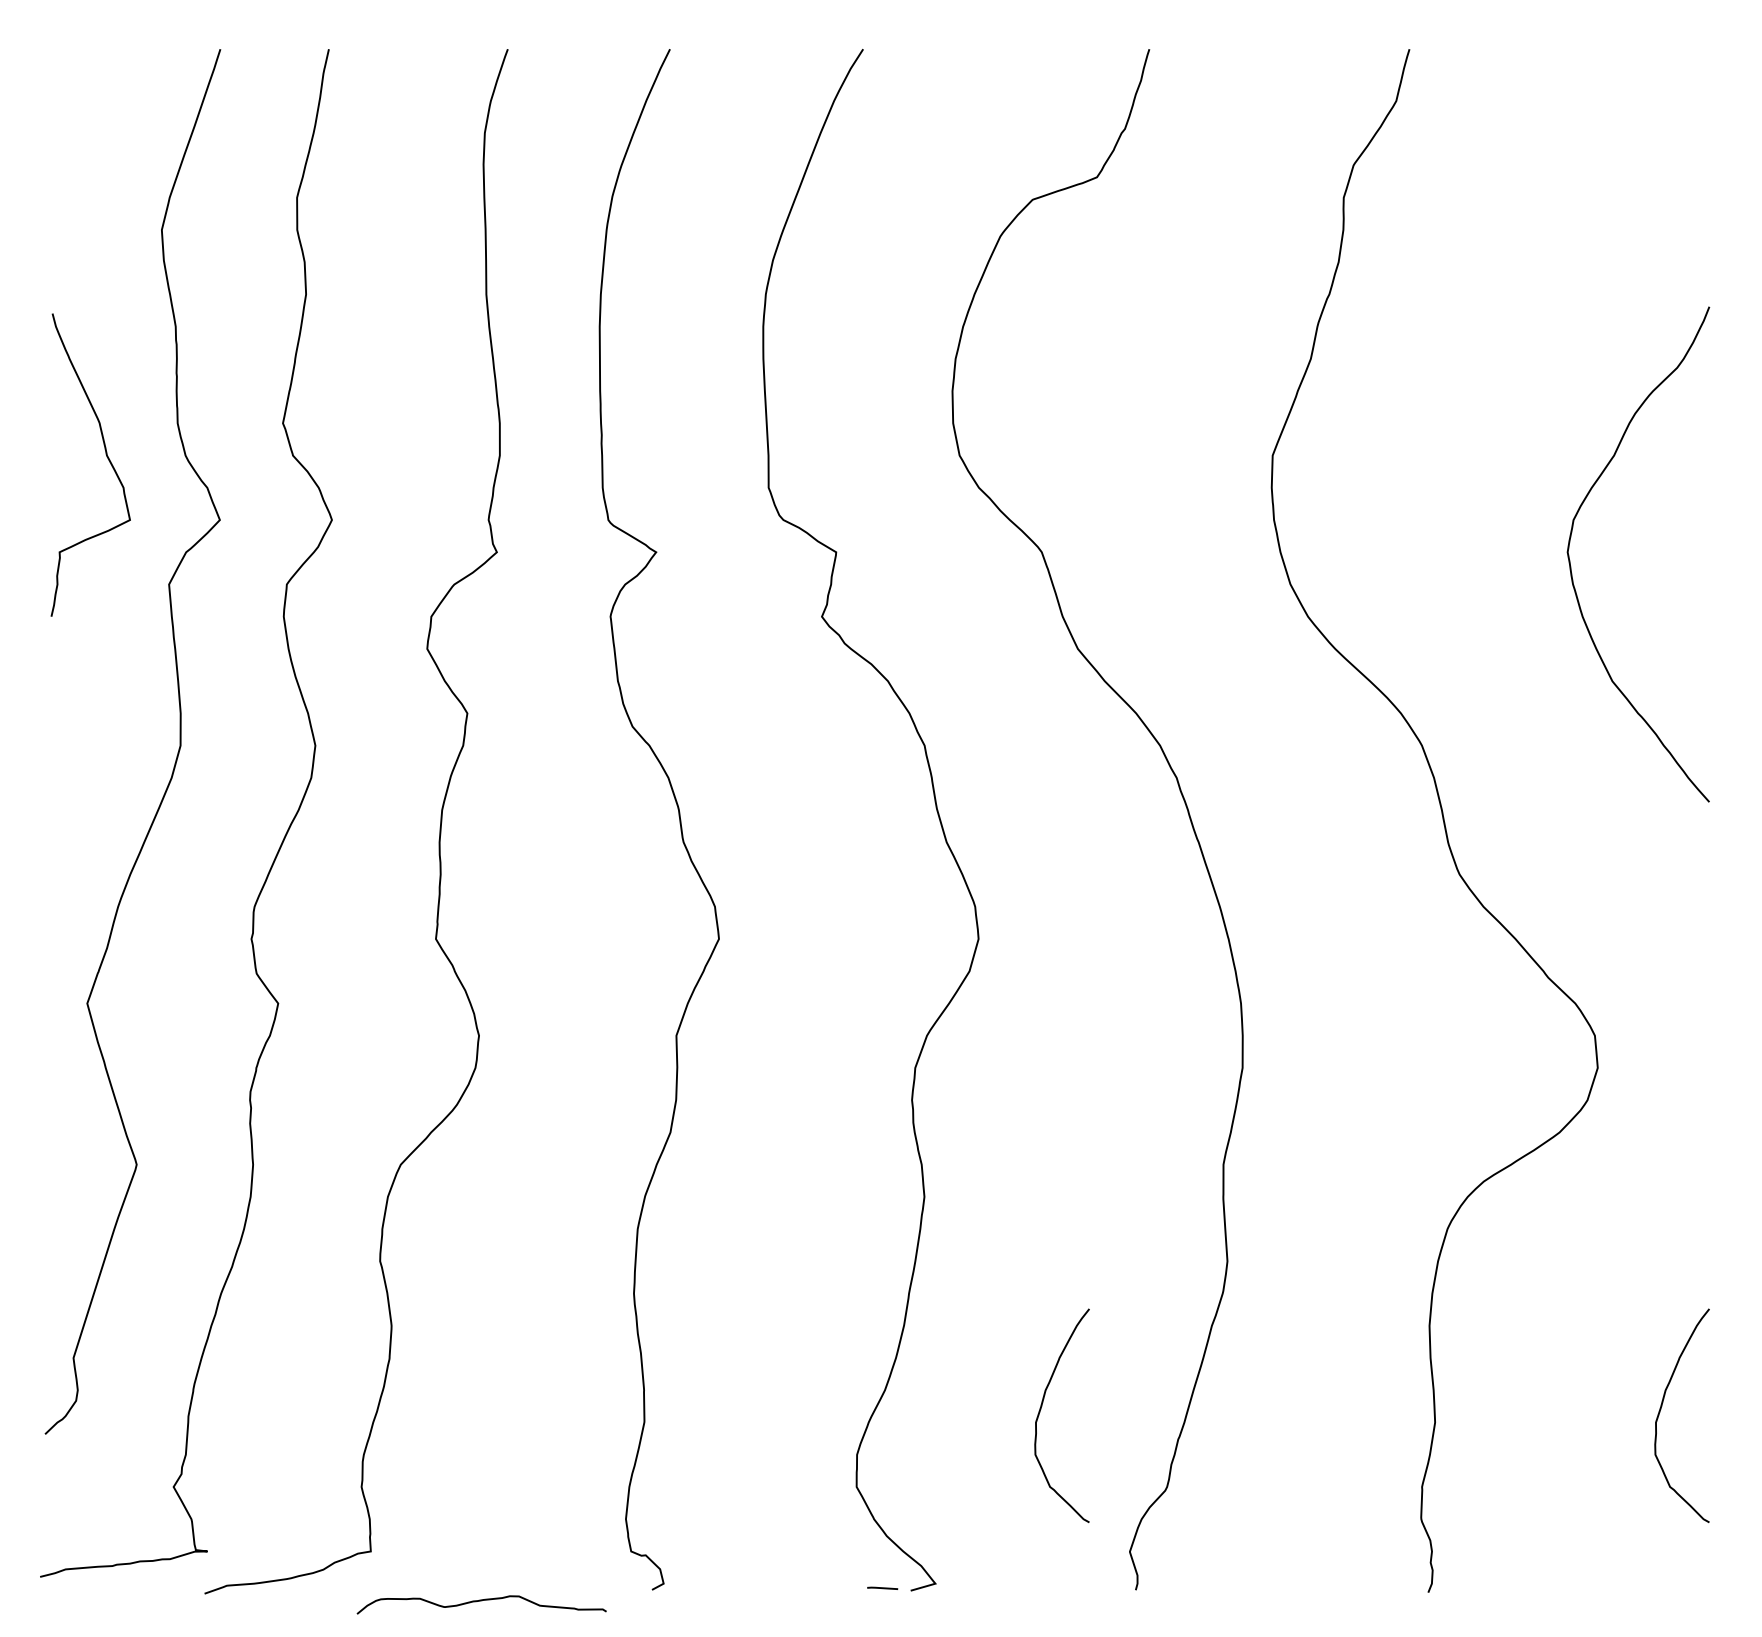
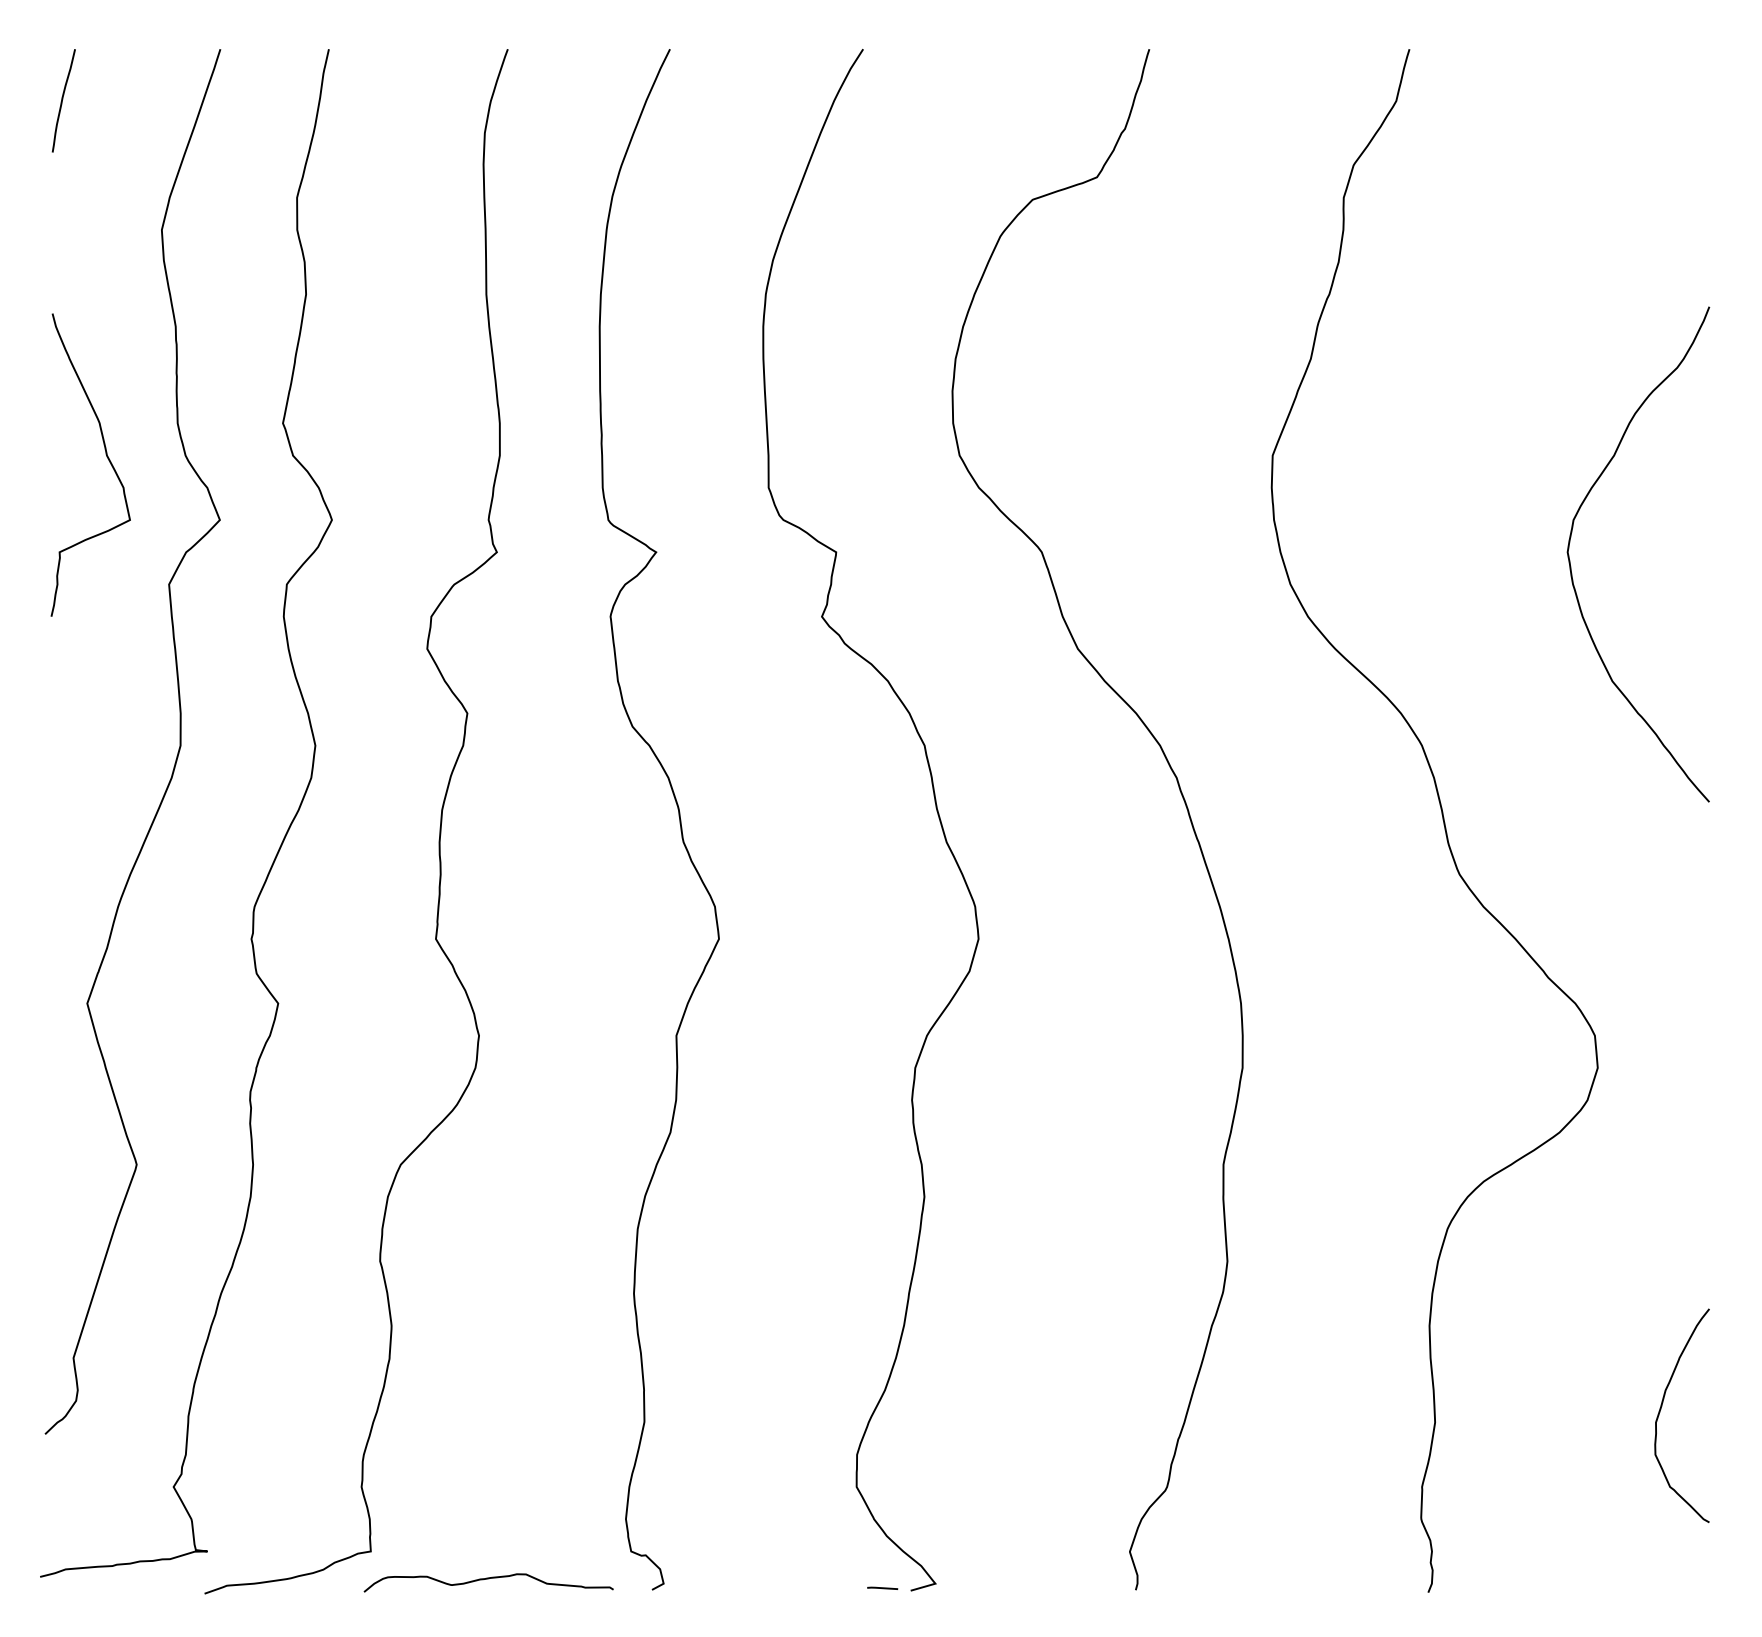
curve at (63, 99): none -> present
curve at (1041, 1409): present -> none
curve at (481, 1601) position: (481, 1601) -> (488, 1579)
